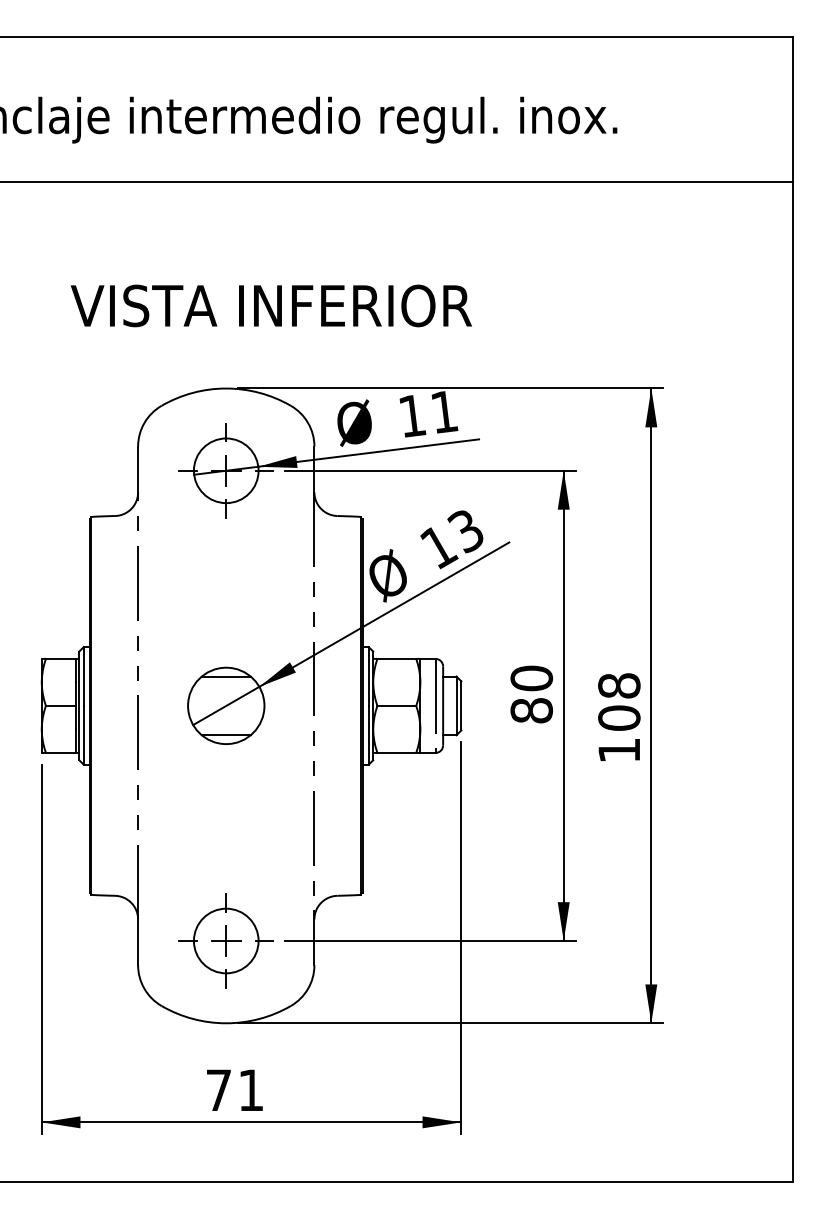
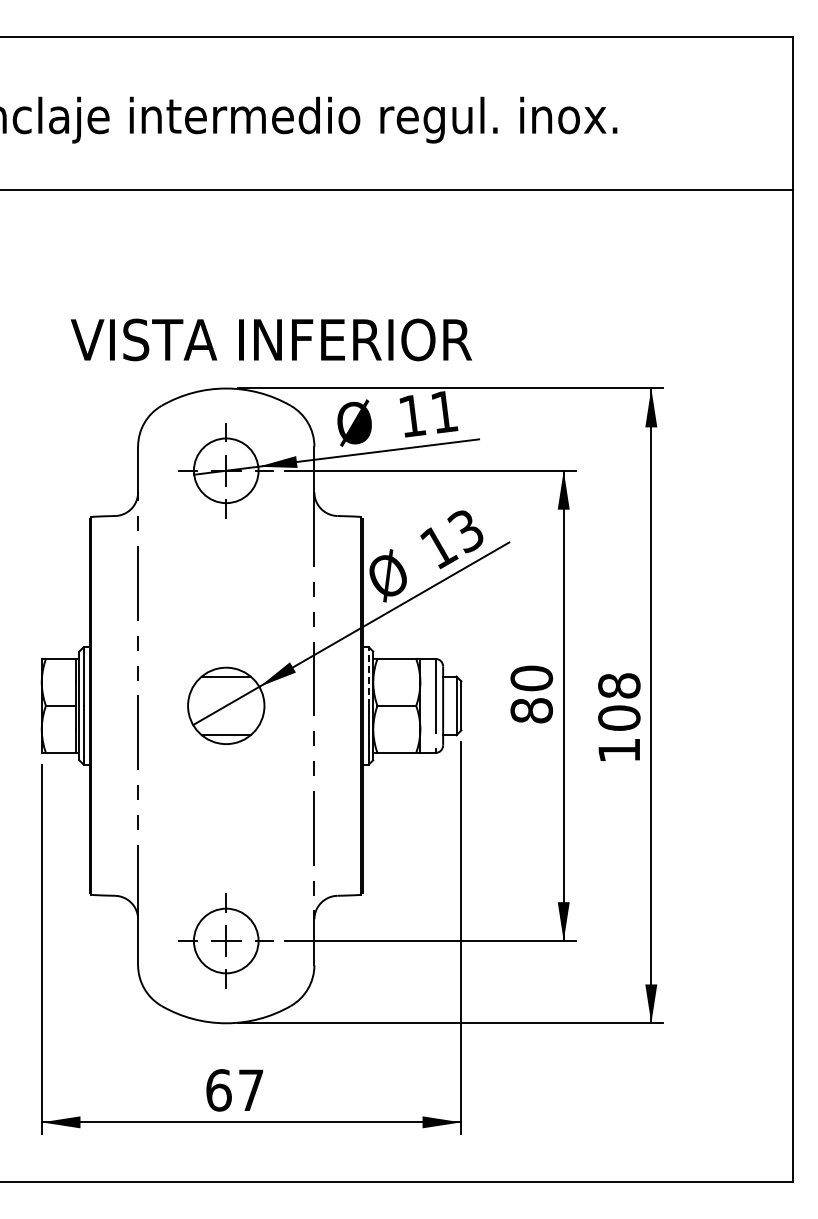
line at (397, 182) position: (397, 182) -> (397, 190)
text at (270, 305) position: (270, 305) -> (270, 339)
line at (368, 676): solid -> dashed
text at (234, 1090): 71 -> 67
